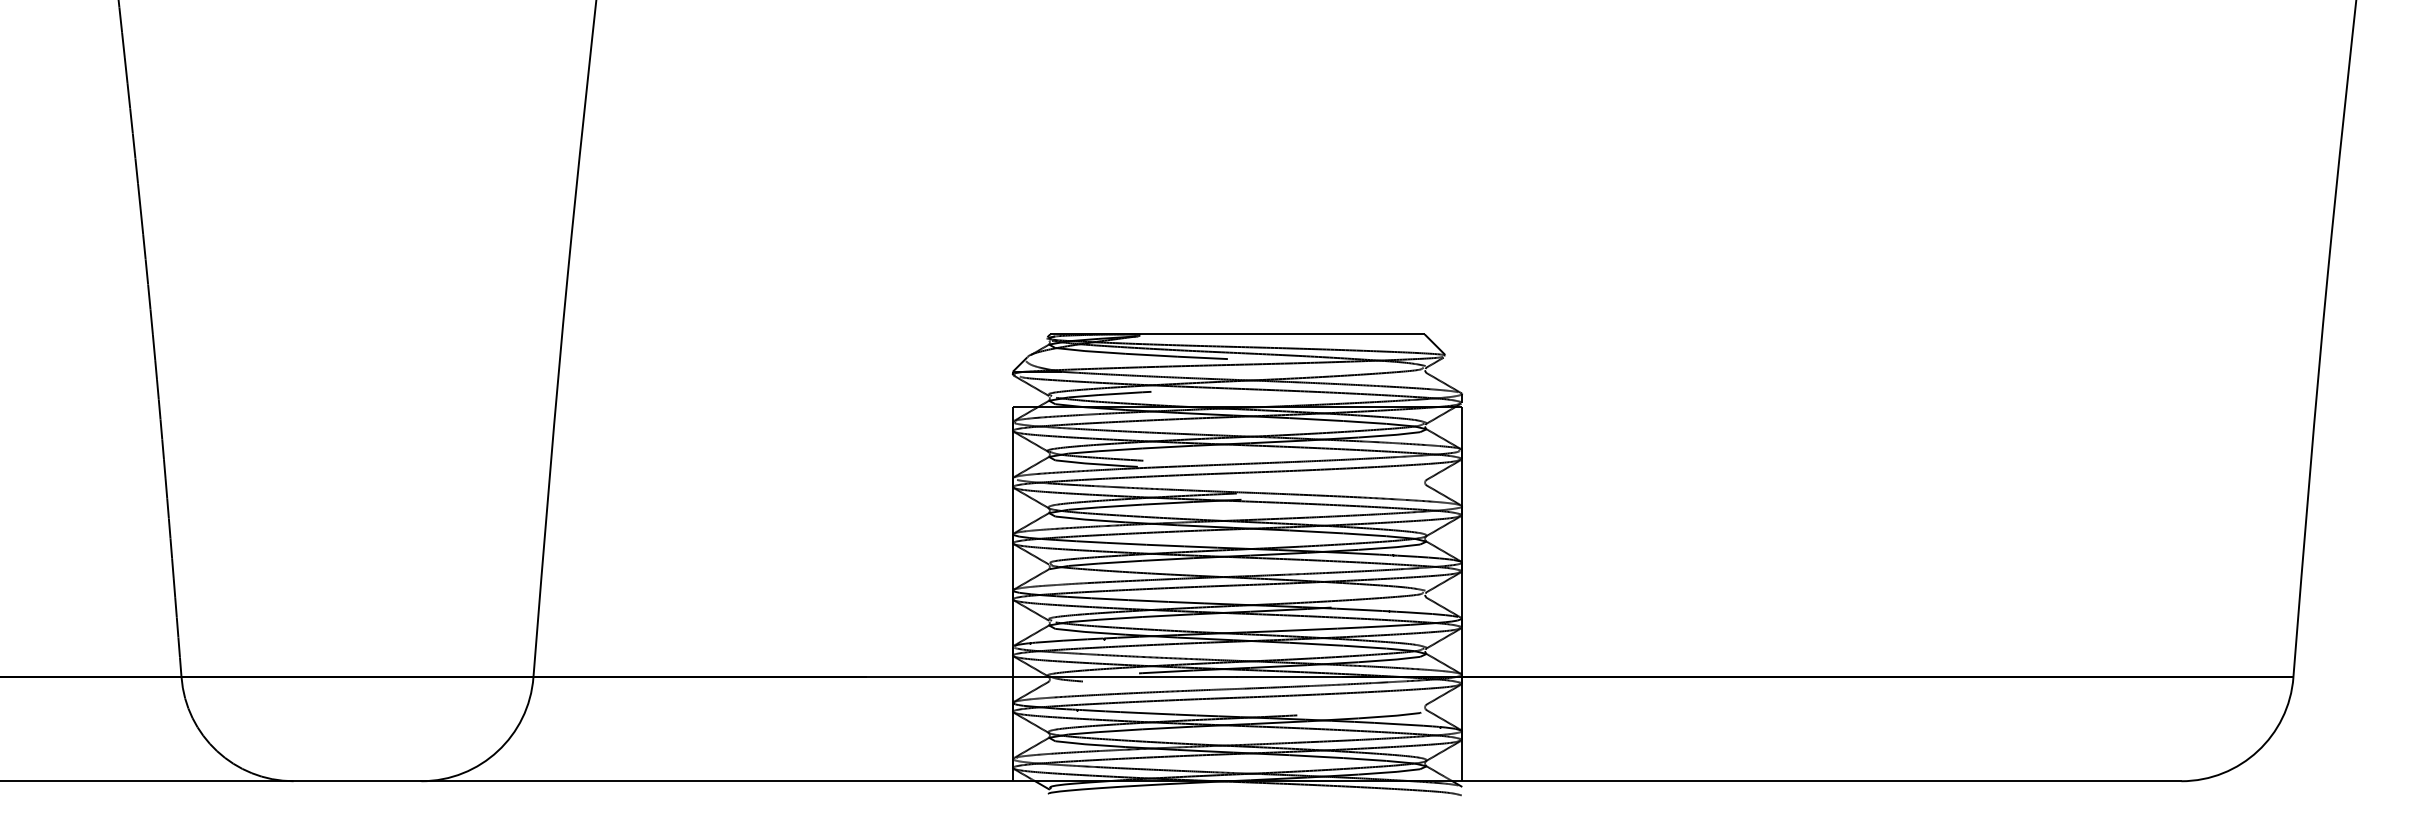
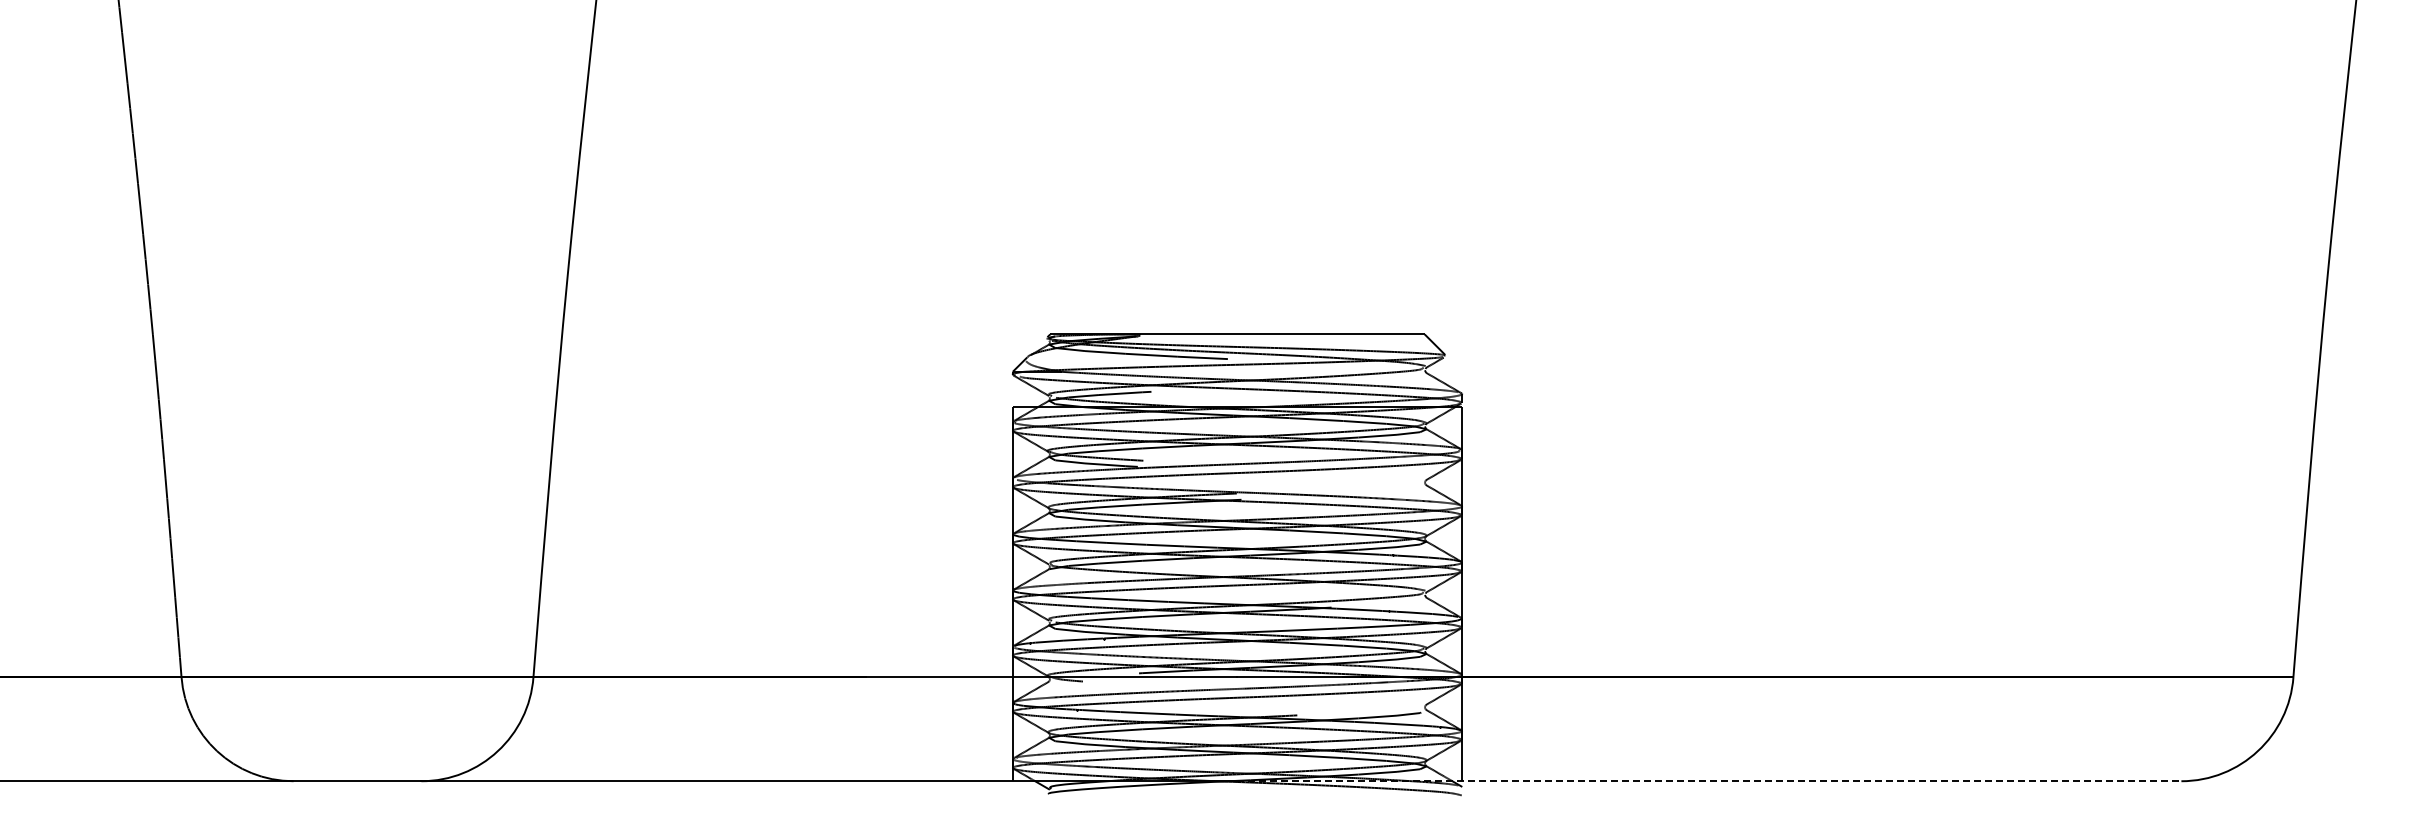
line at (1709, 781): solid -> dashed
